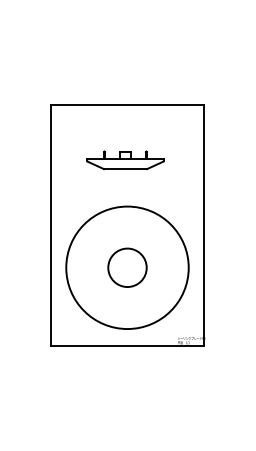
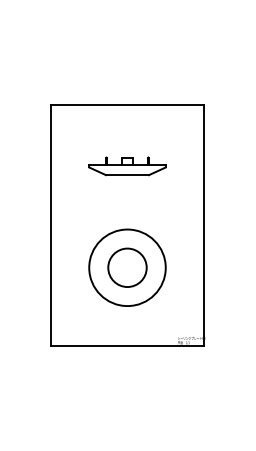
part at (125, 160) position: (125, 160) -> (127, 166)
circle at (127, 267) diameter: 122 px -> 77 px
